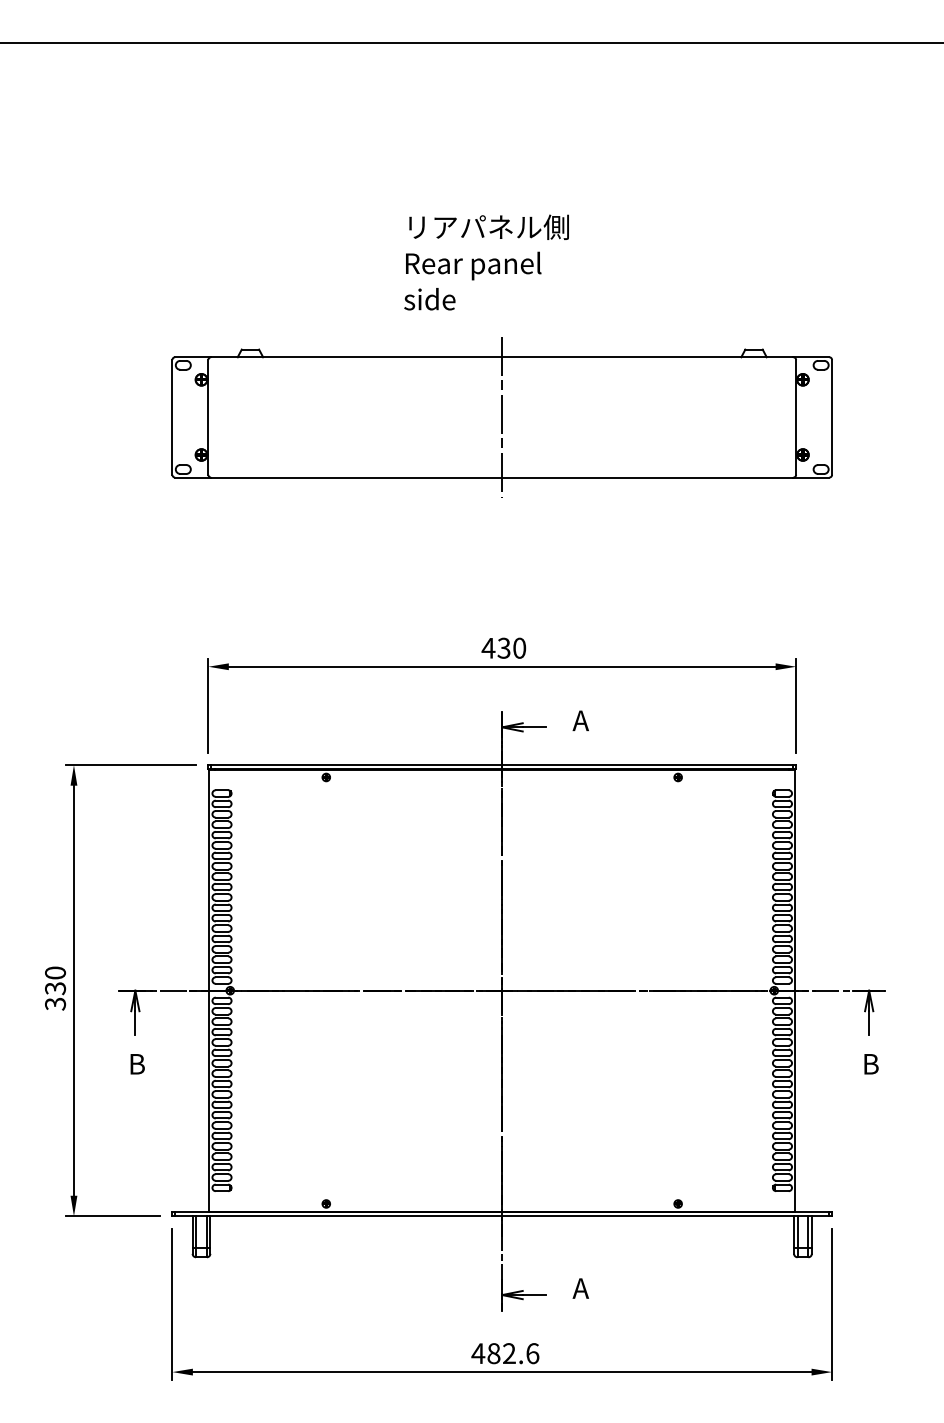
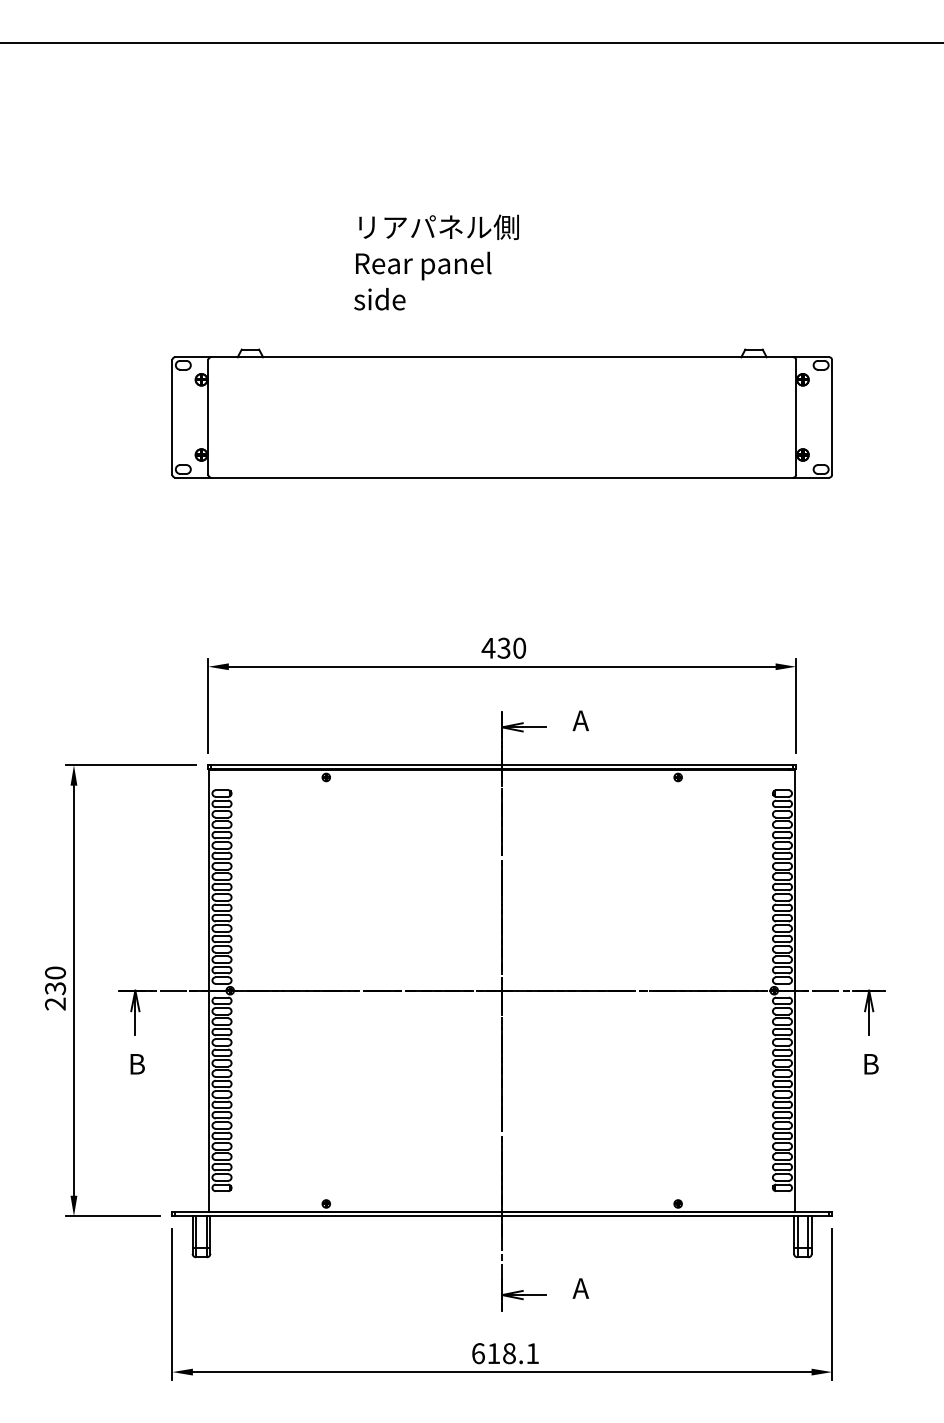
text at (486, 262) position: (486, 262) -> (436, 262)
line at (502, 417): present -> none
text at (55, 1003): 330 -> 230
text at (505, 1353): 482.6 -> 618.1
